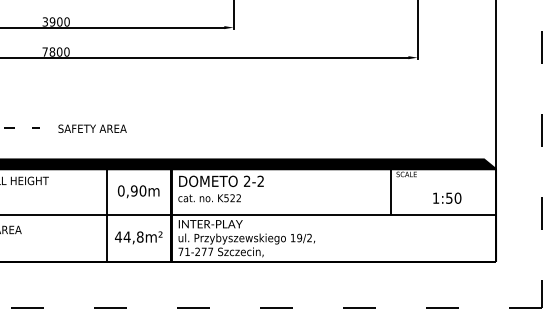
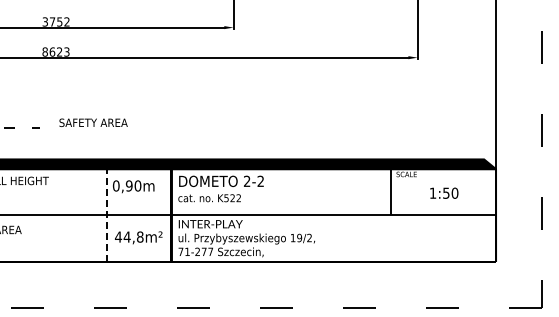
text at (59, 21): 3900 -> 3752
text at (55, 51): 7800 -> 8623
text at (92, 128) position: (92, 128) -> (93, 122)
text at (138, 191) position: (138, 191) -> (133, 186)
text at (447, 197) position: (447, 197) -> (444, 192)
line at (106, 214): solid -> dashed
